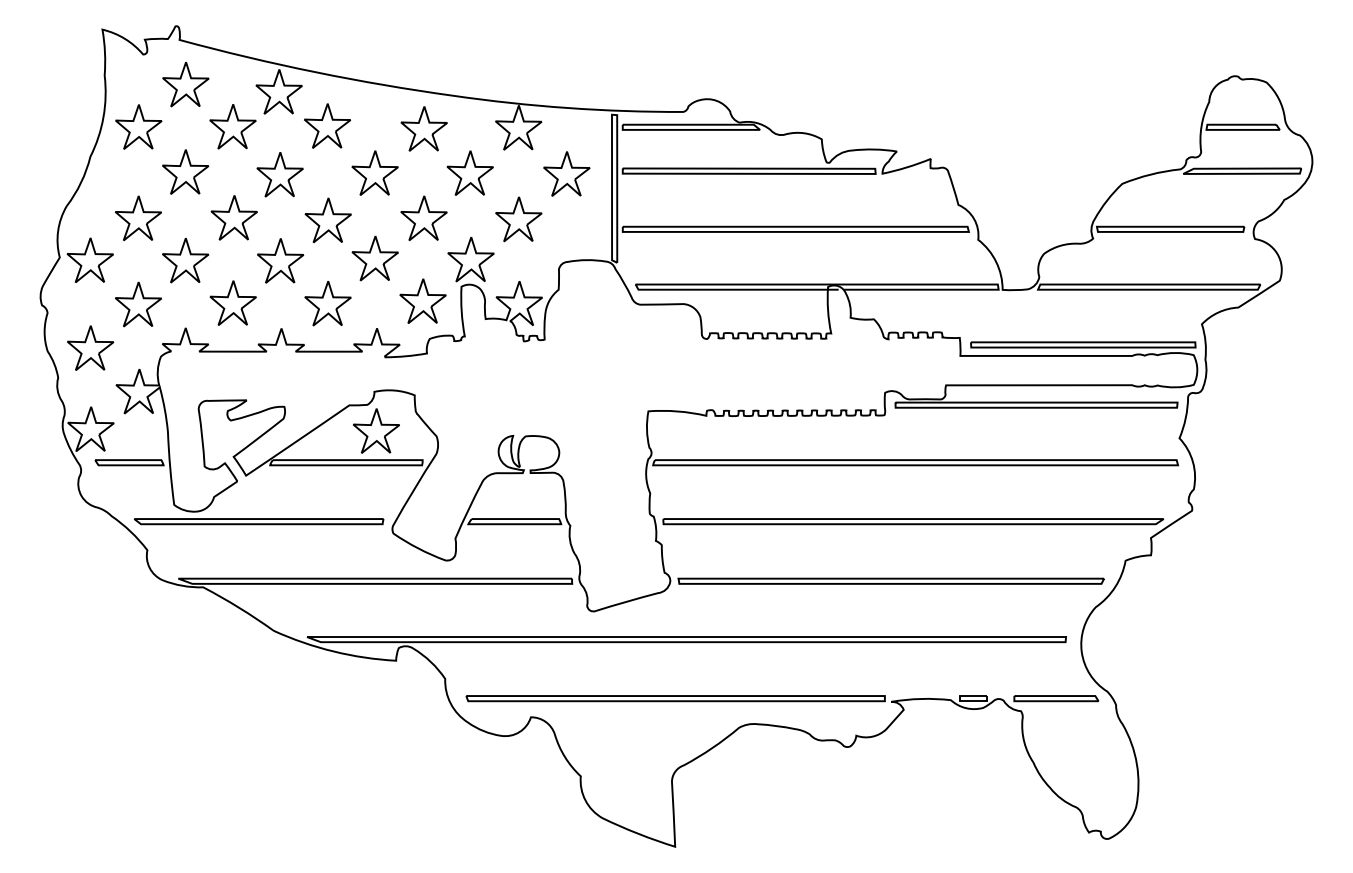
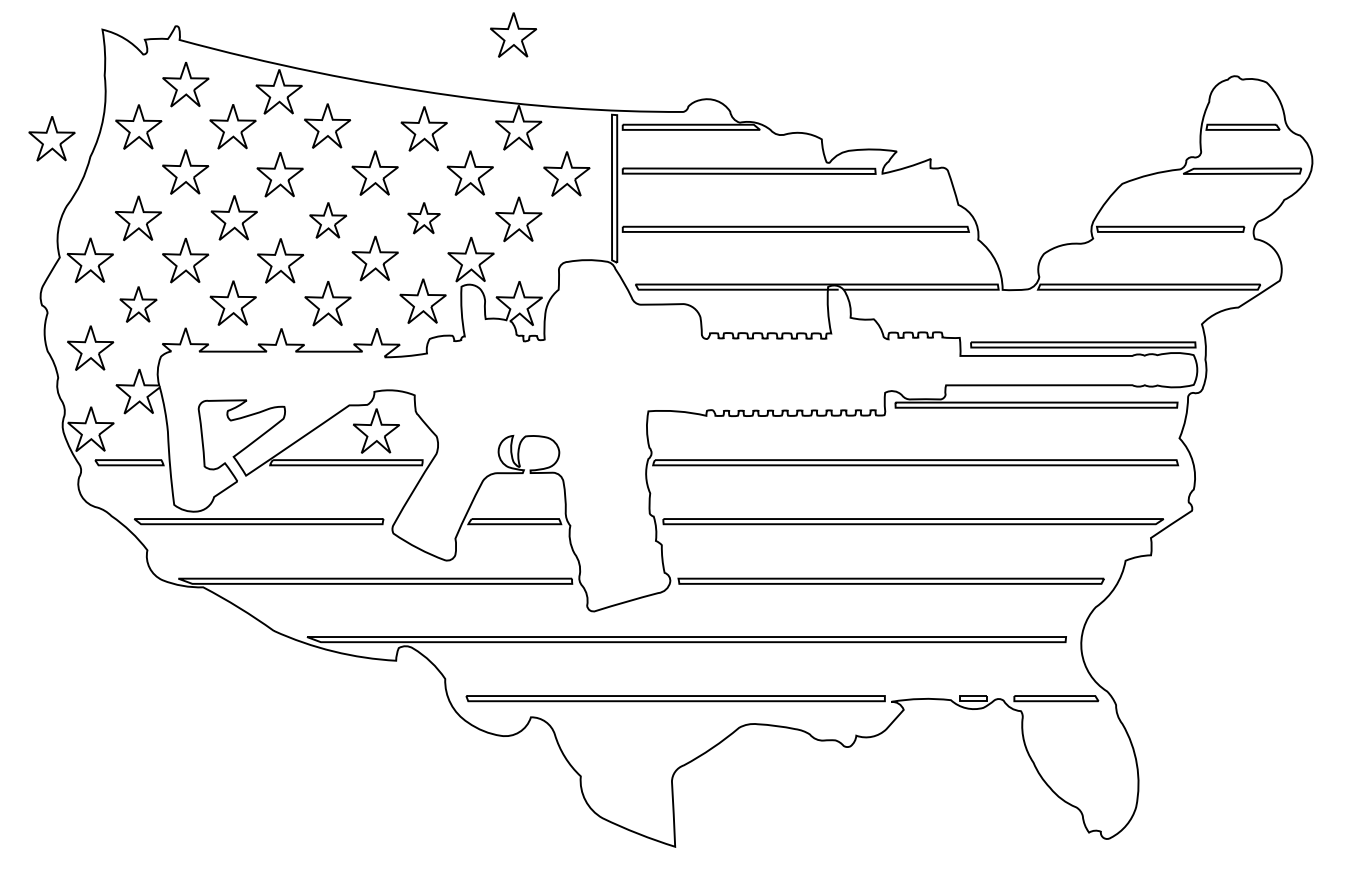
part at (513, 34): none -> present
part at (51, 138): none -> present
part at (423, 217) size: 48x46 px -> 34x33 px
part at (327, 220) size: 48x47 px -> 39x37 px
part at (138, 304) size: 47x47 px -> 39x37 px
